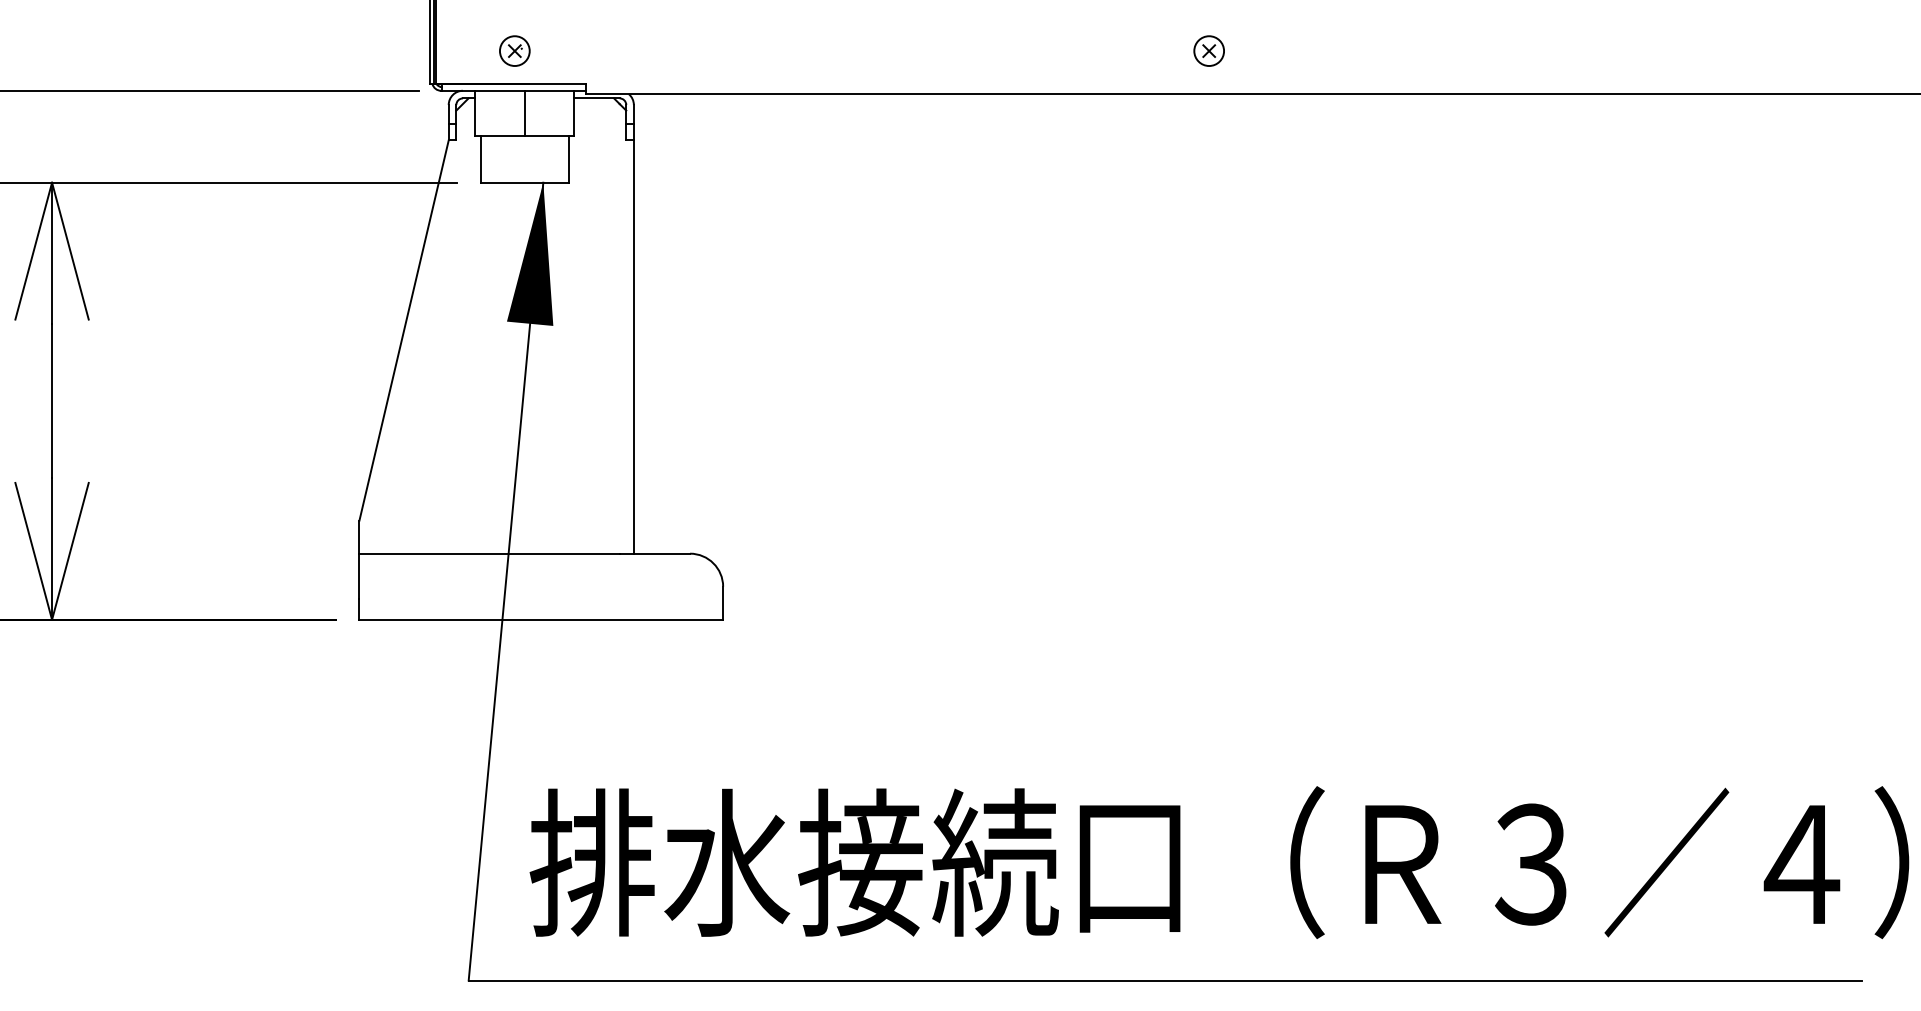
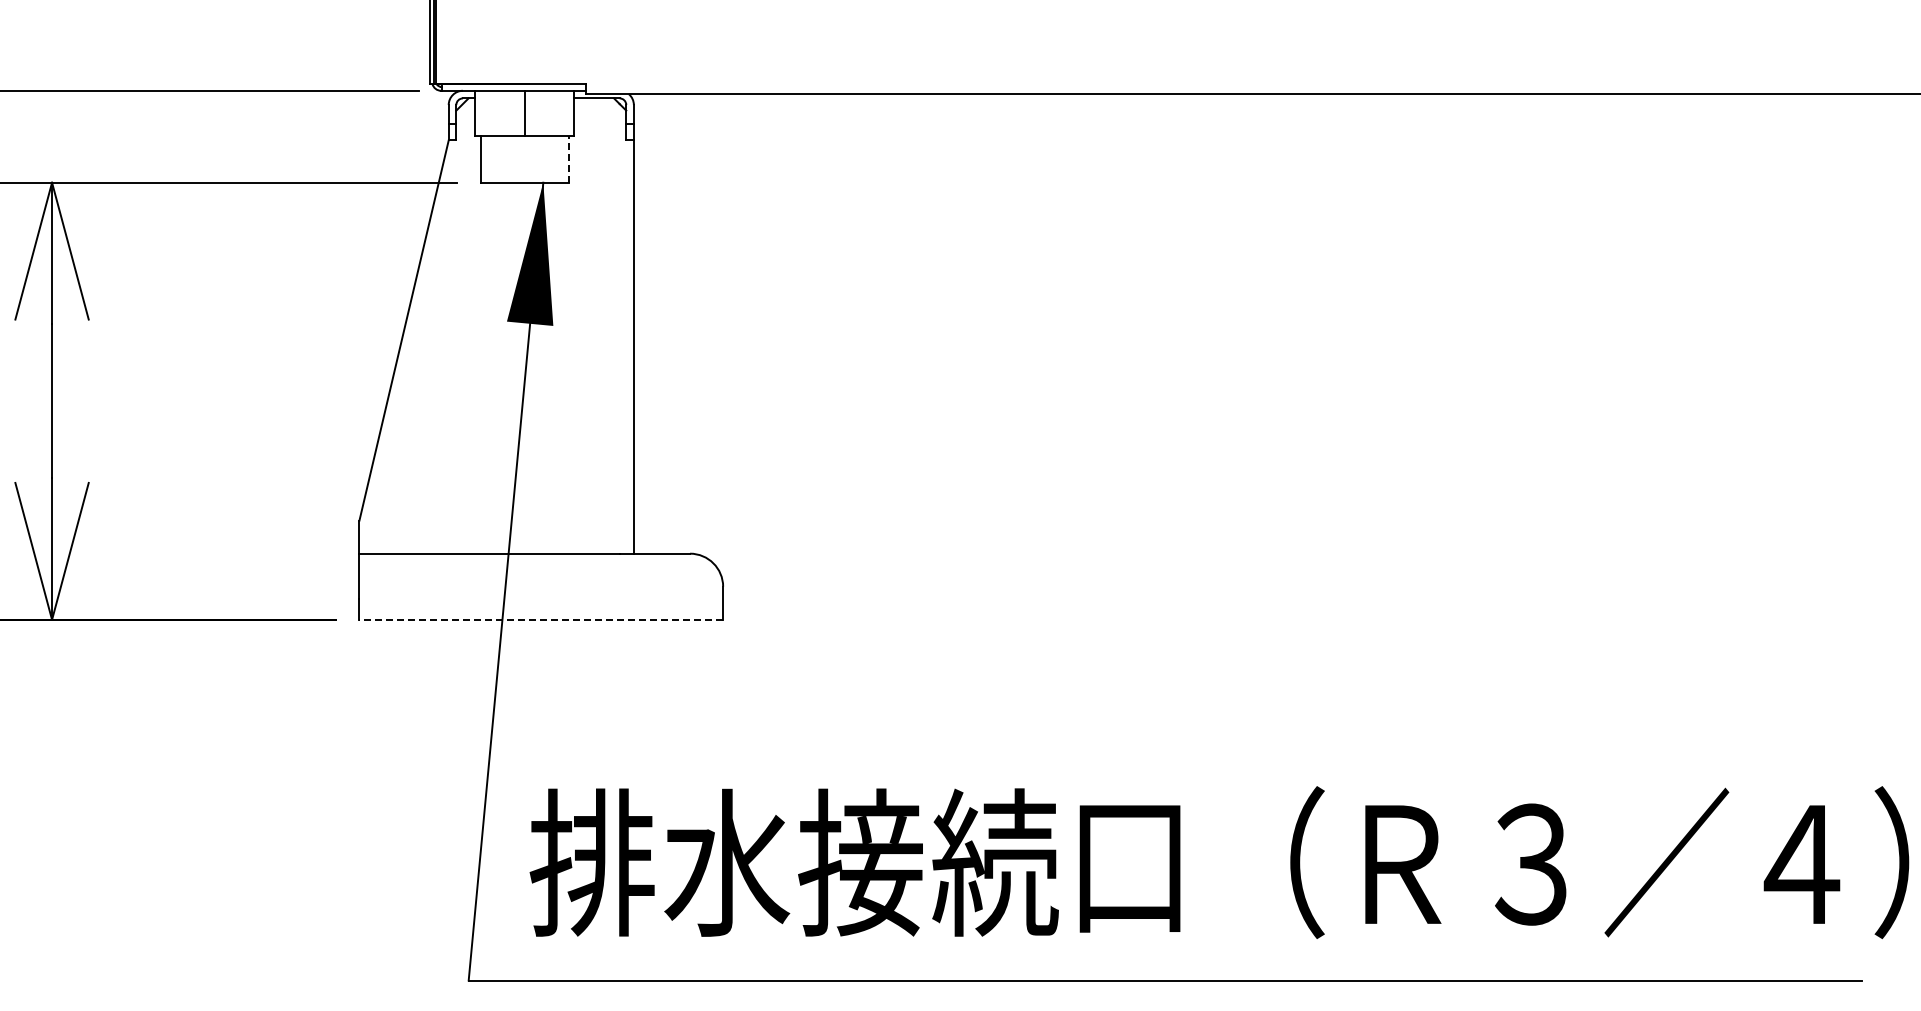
part at (514, 50): present -> none
part at (1208, 50): present -> none
line at (568, 159): solid -> dashed
line at (541, 619): solid -> dashed
